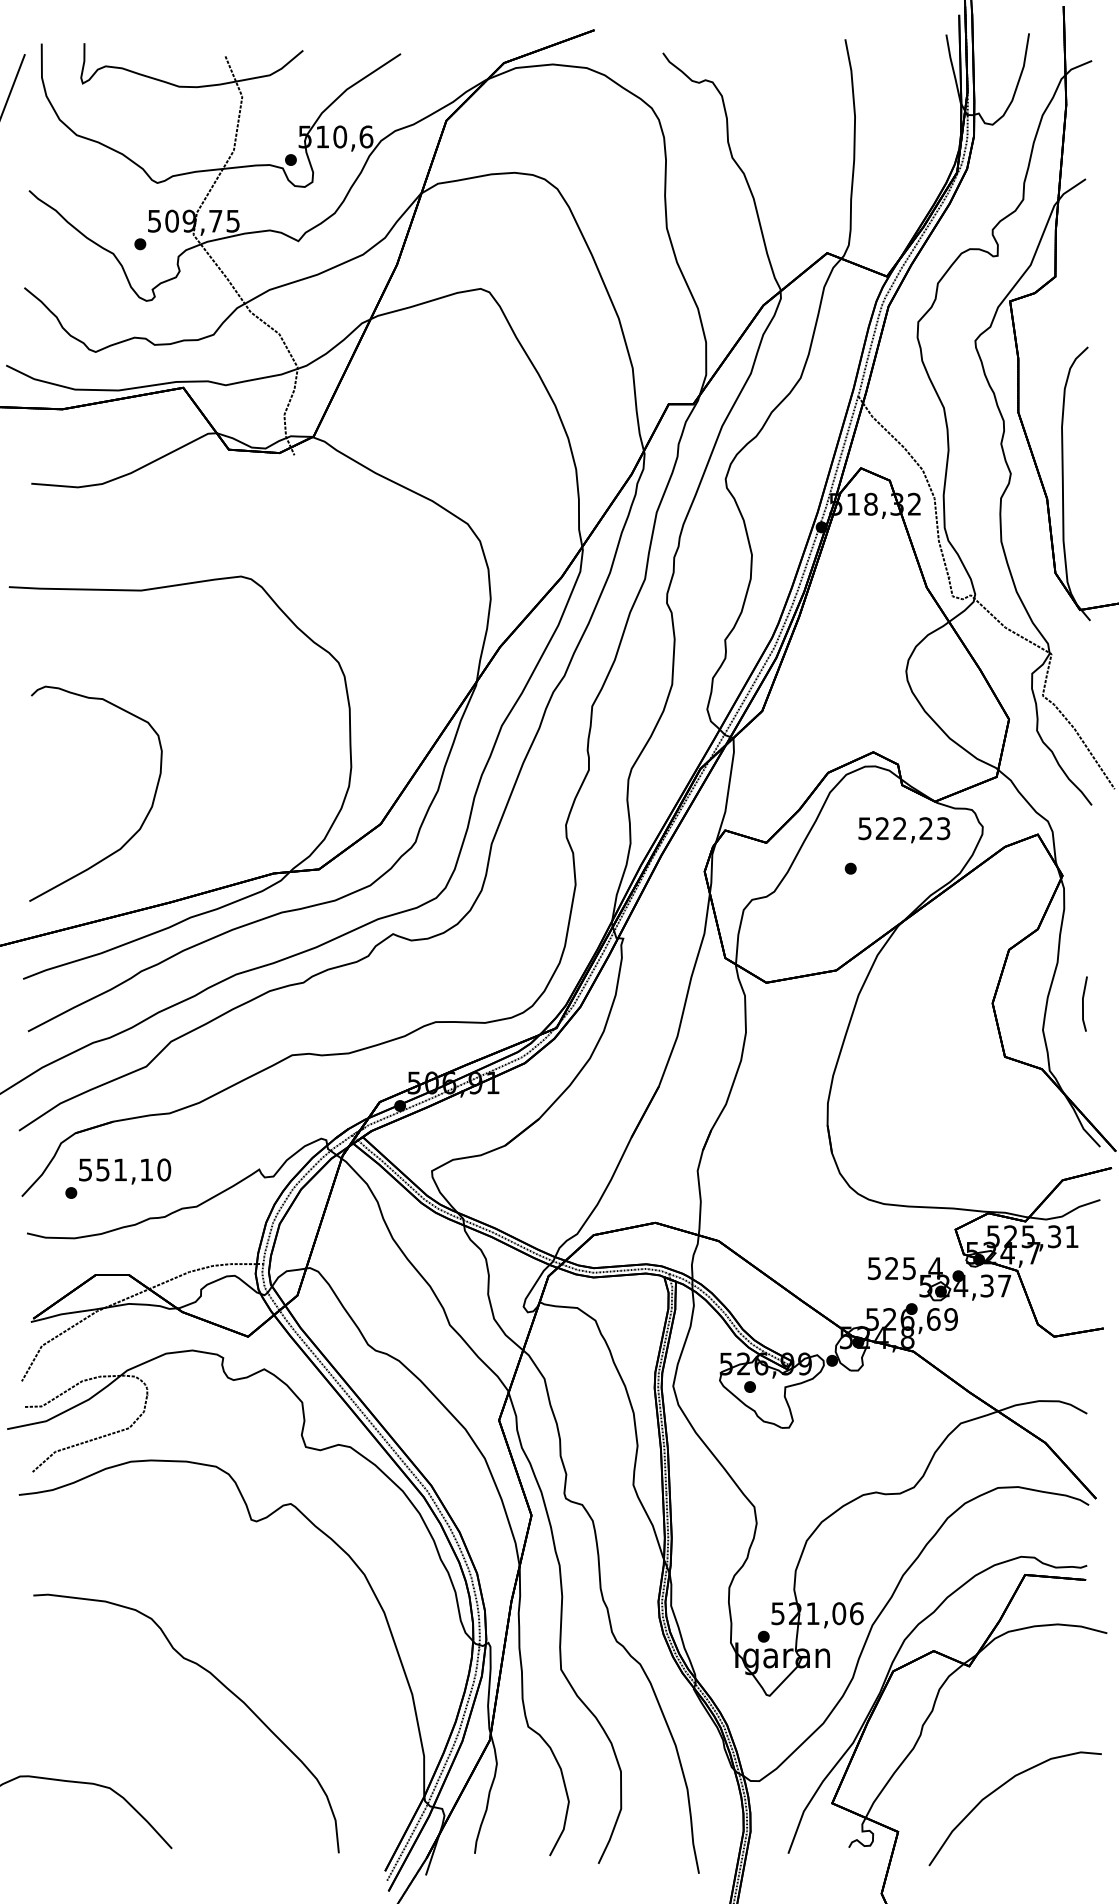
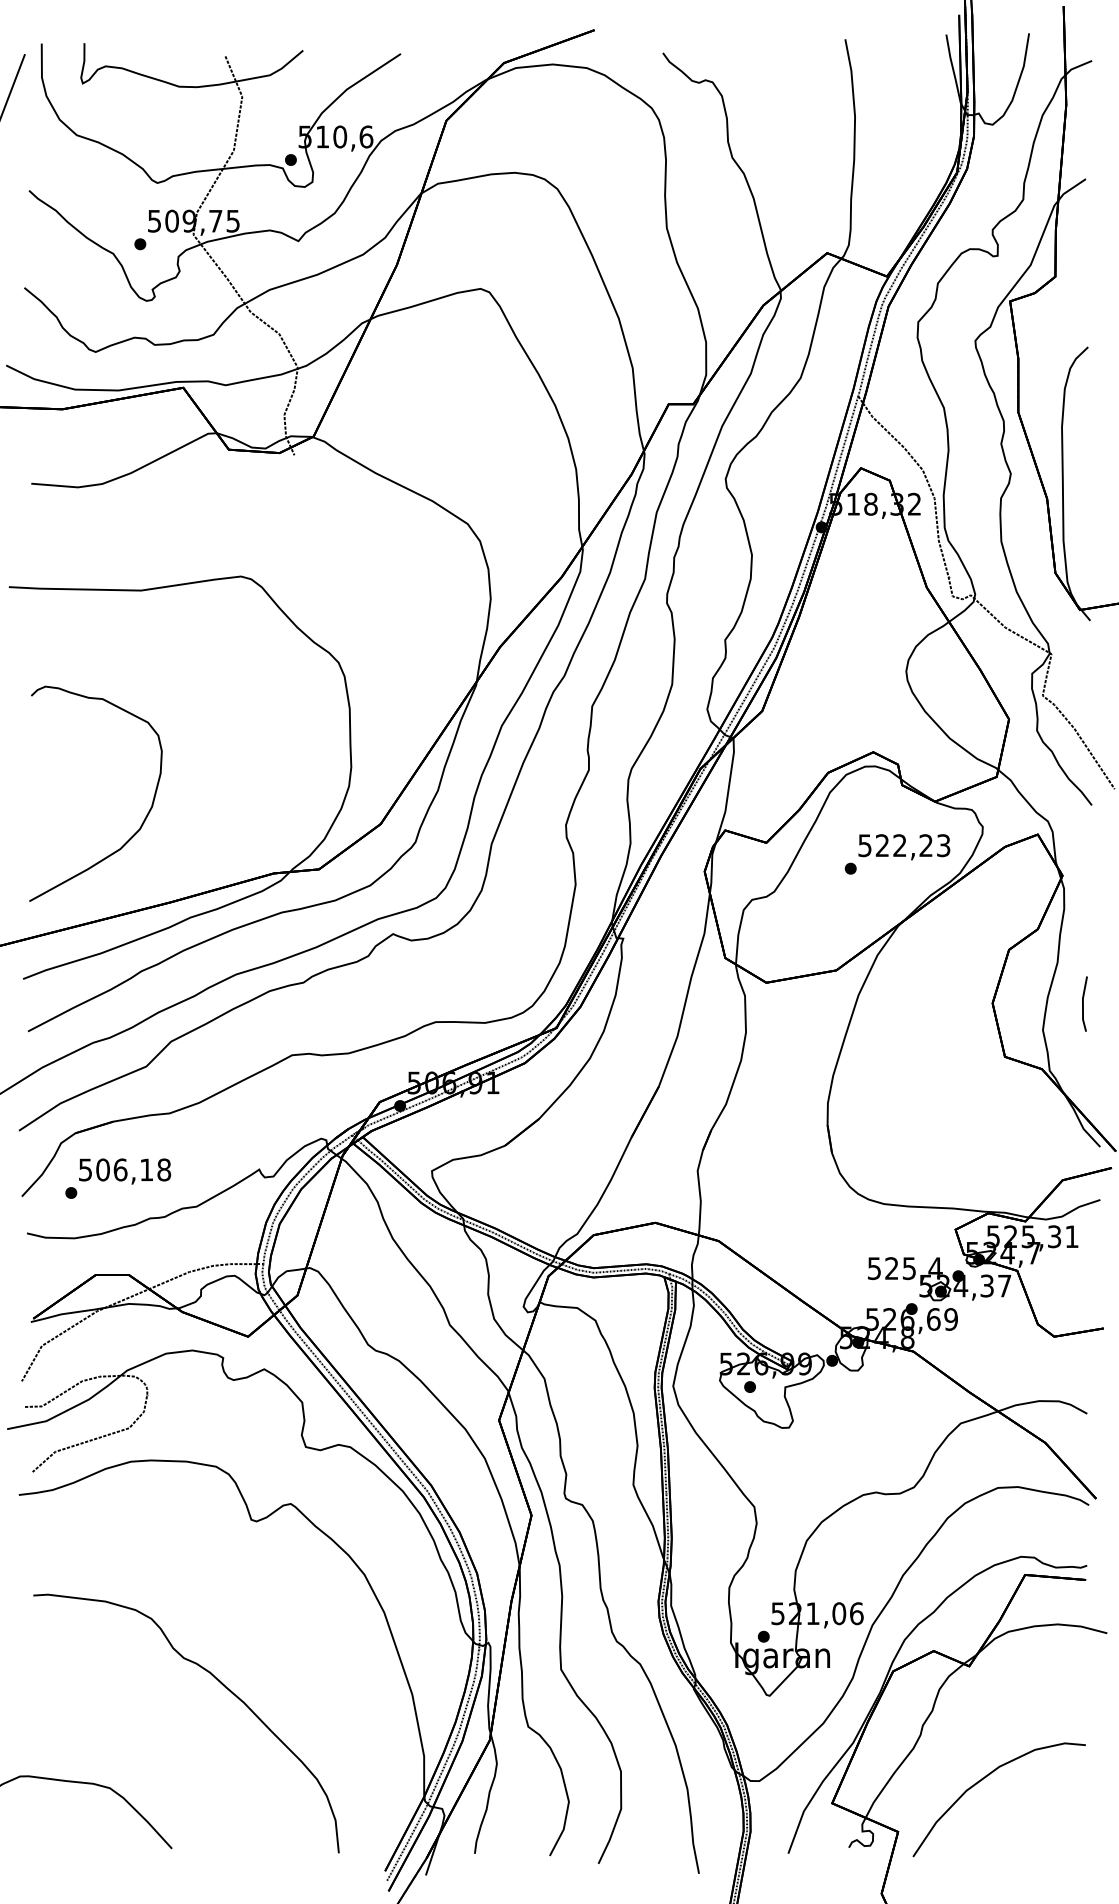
text at (904, 830) position: (904, 830) -> (904, 847)
text at (133, 1169): 551,10 -> 506,18
curve at (1001, 1787) position: (1001, 1787) -> (985, 1778)
